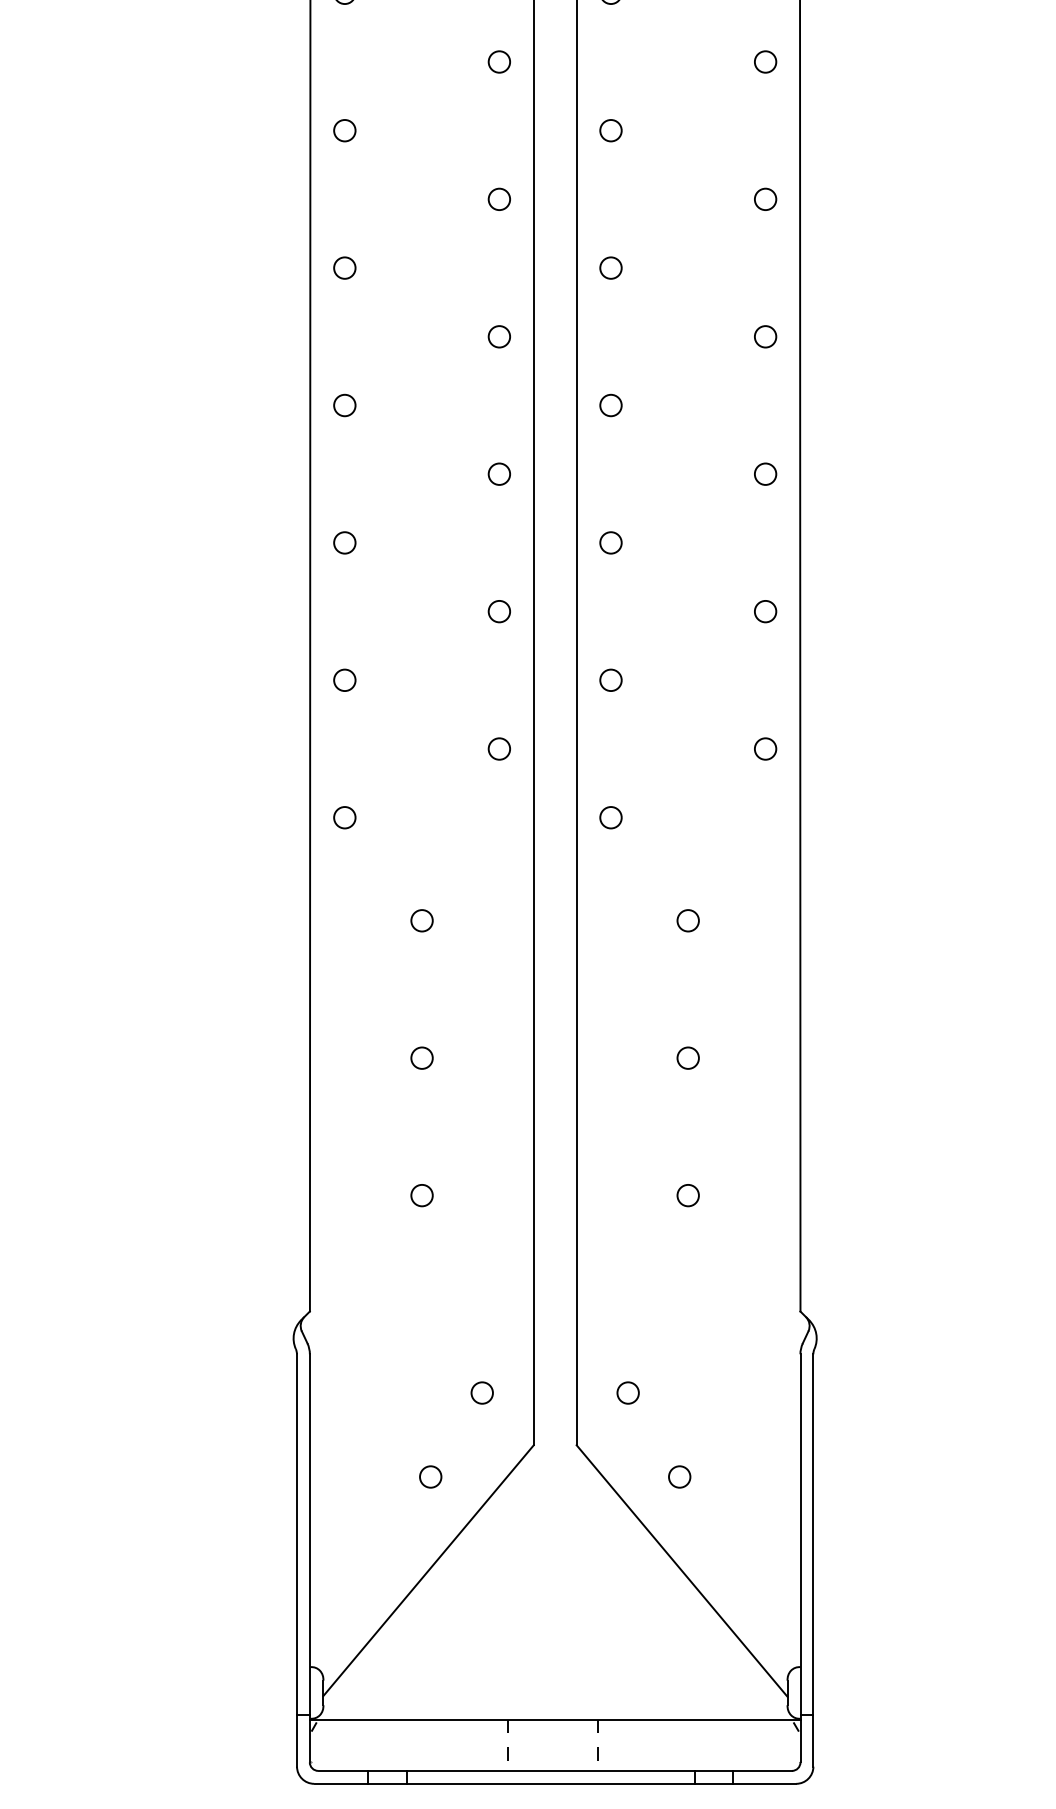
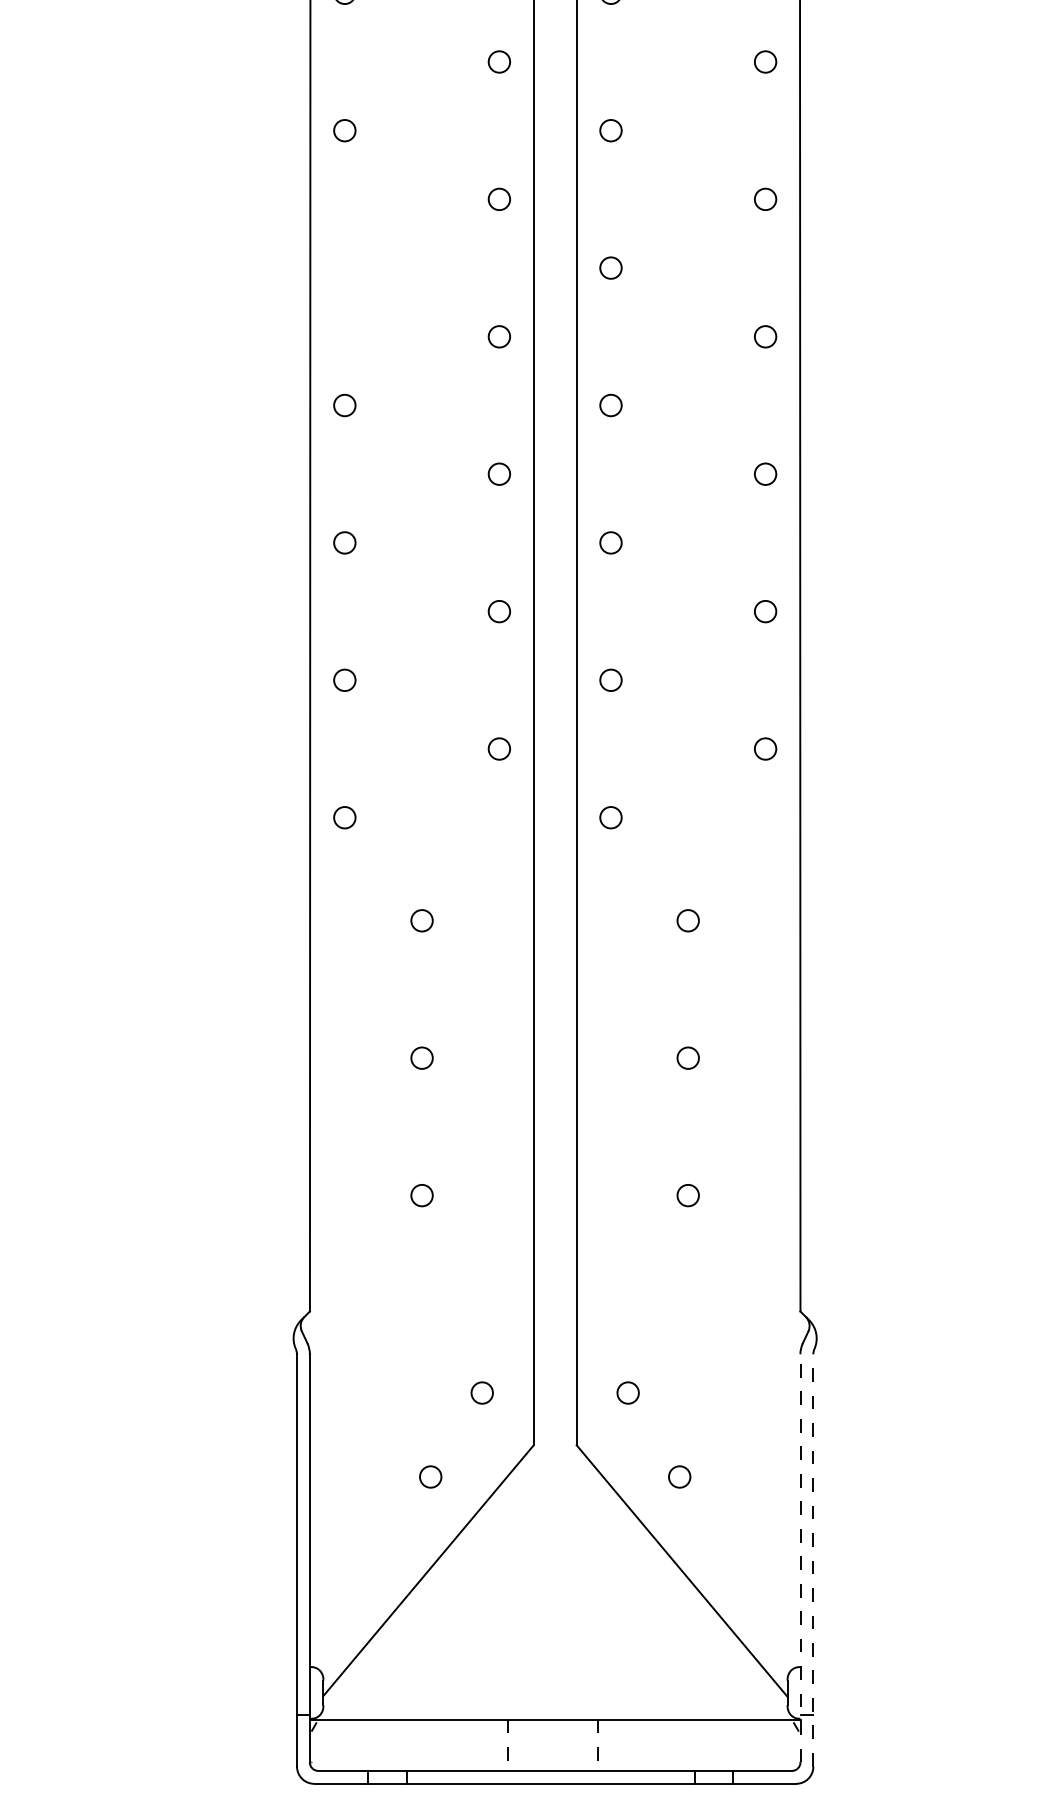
circle at (344, 267): present -> none
line at (800, 1557): solid -> dashed
line at (813, 1559): solid -> dashed
